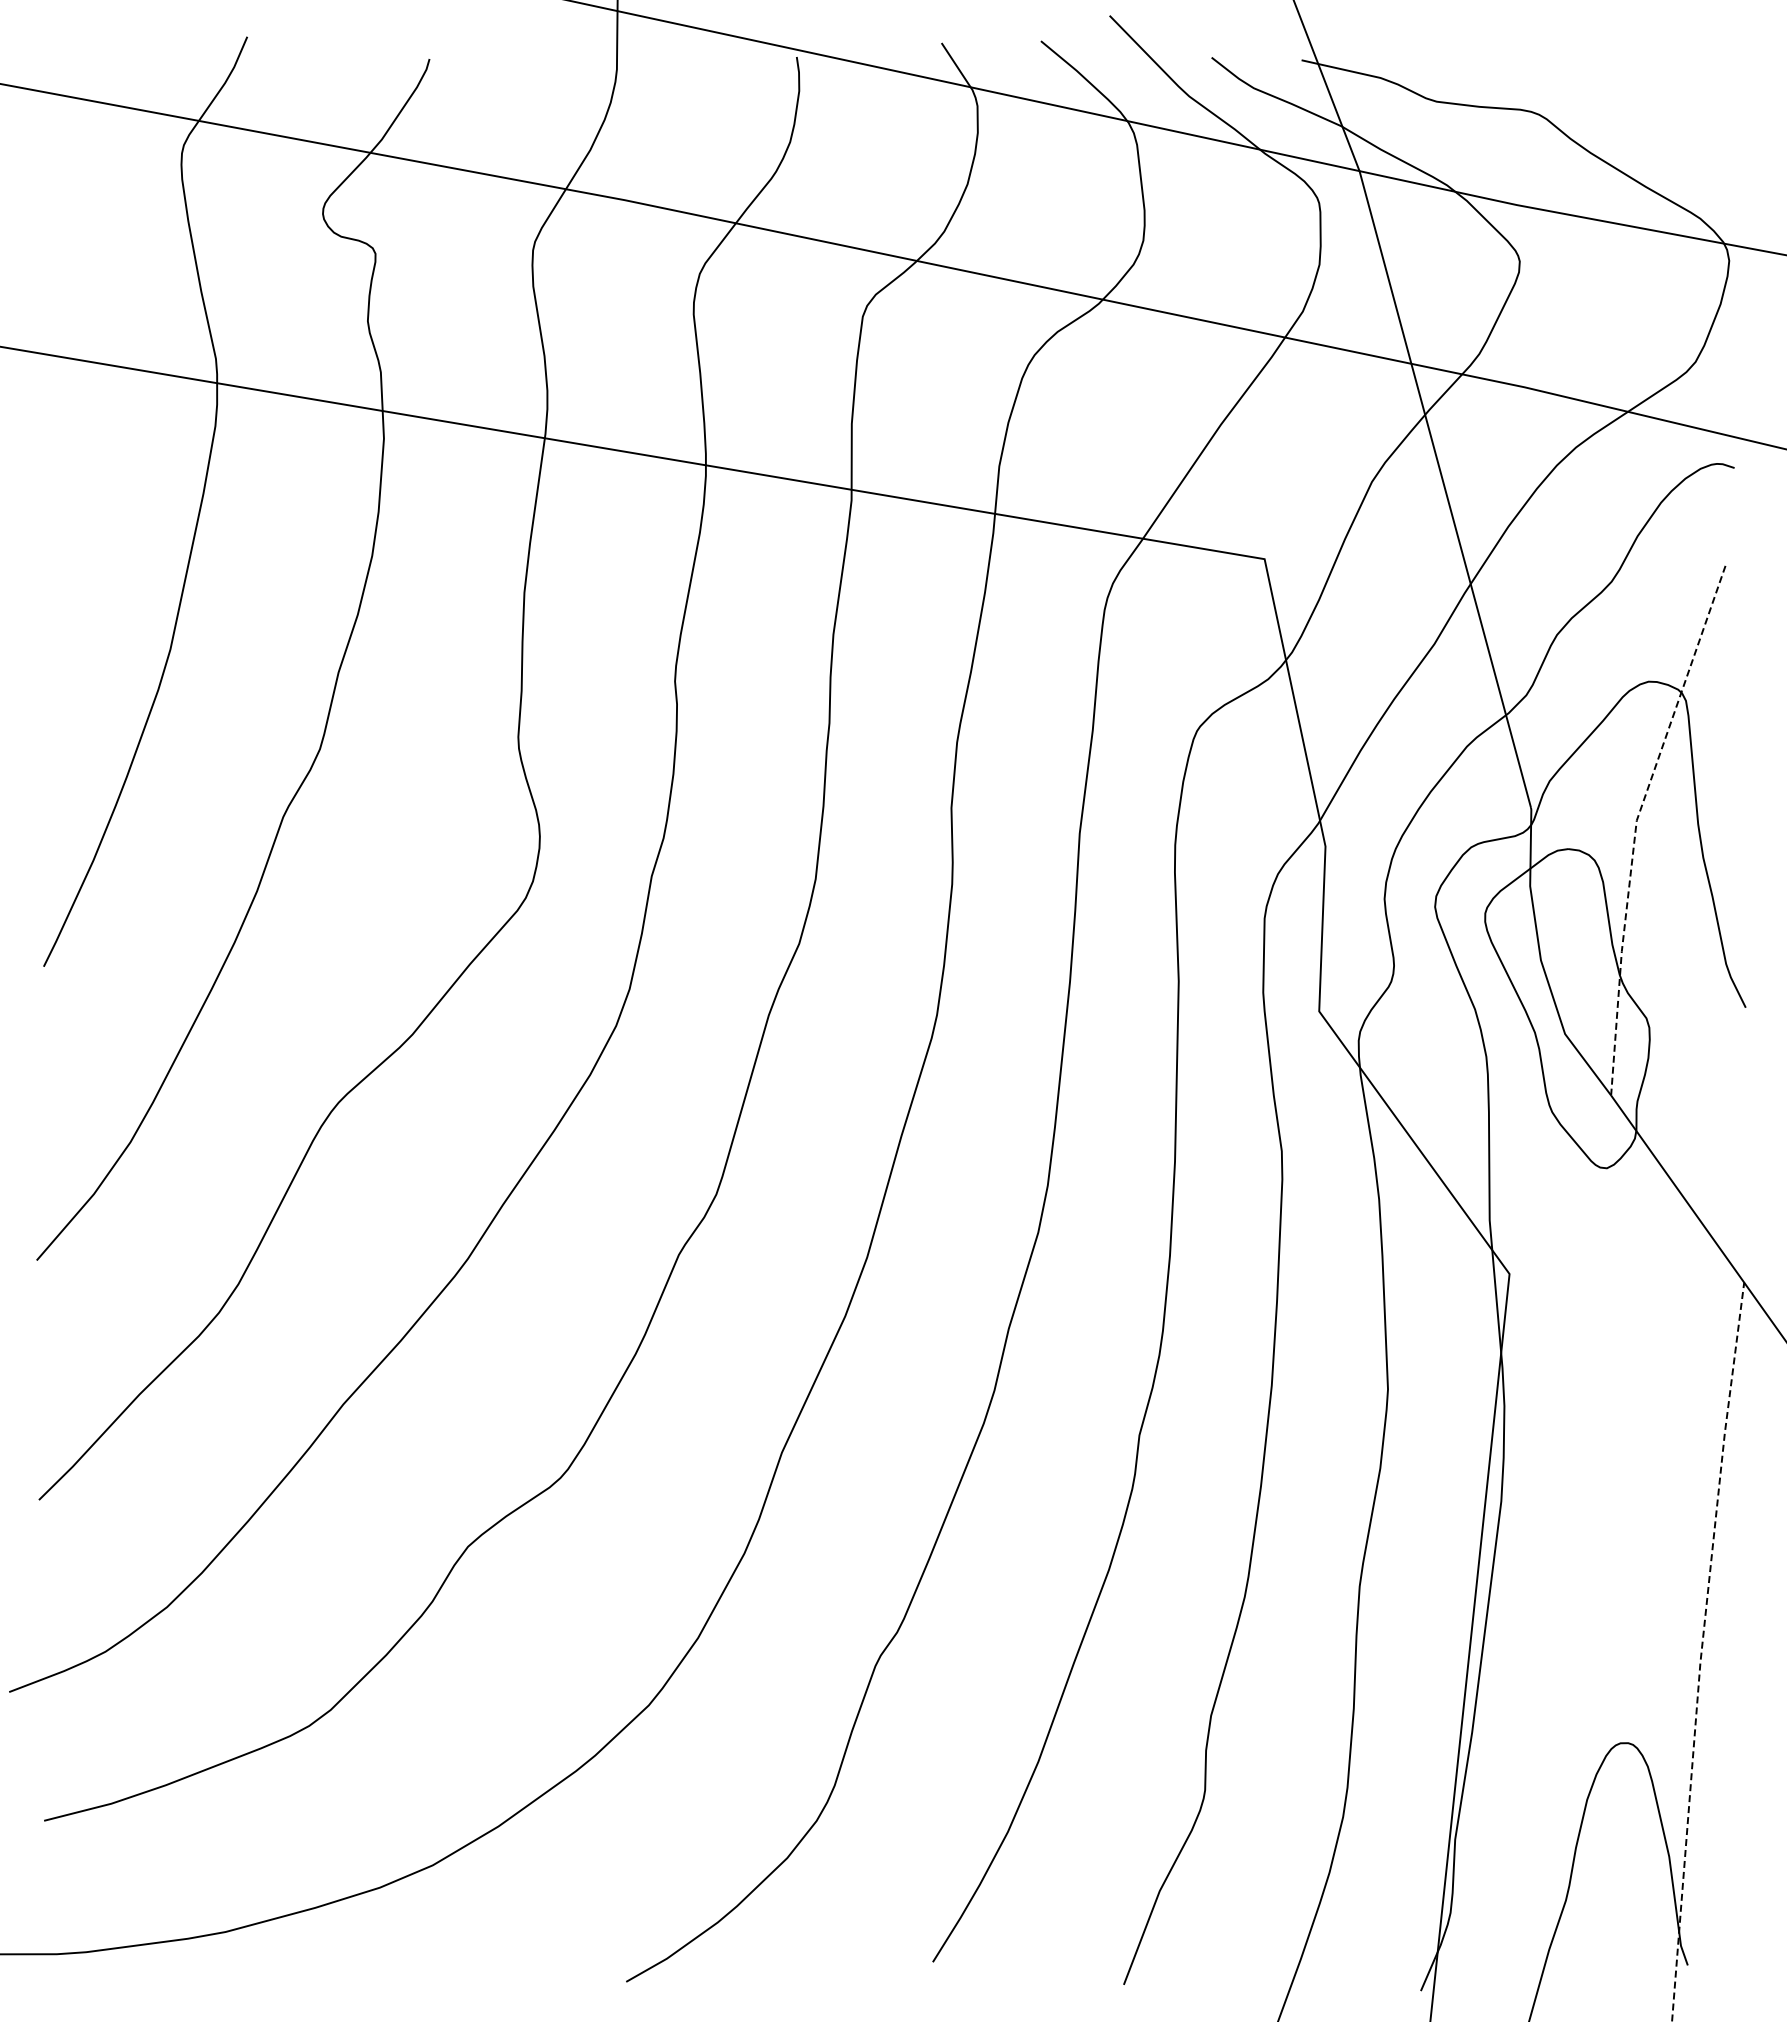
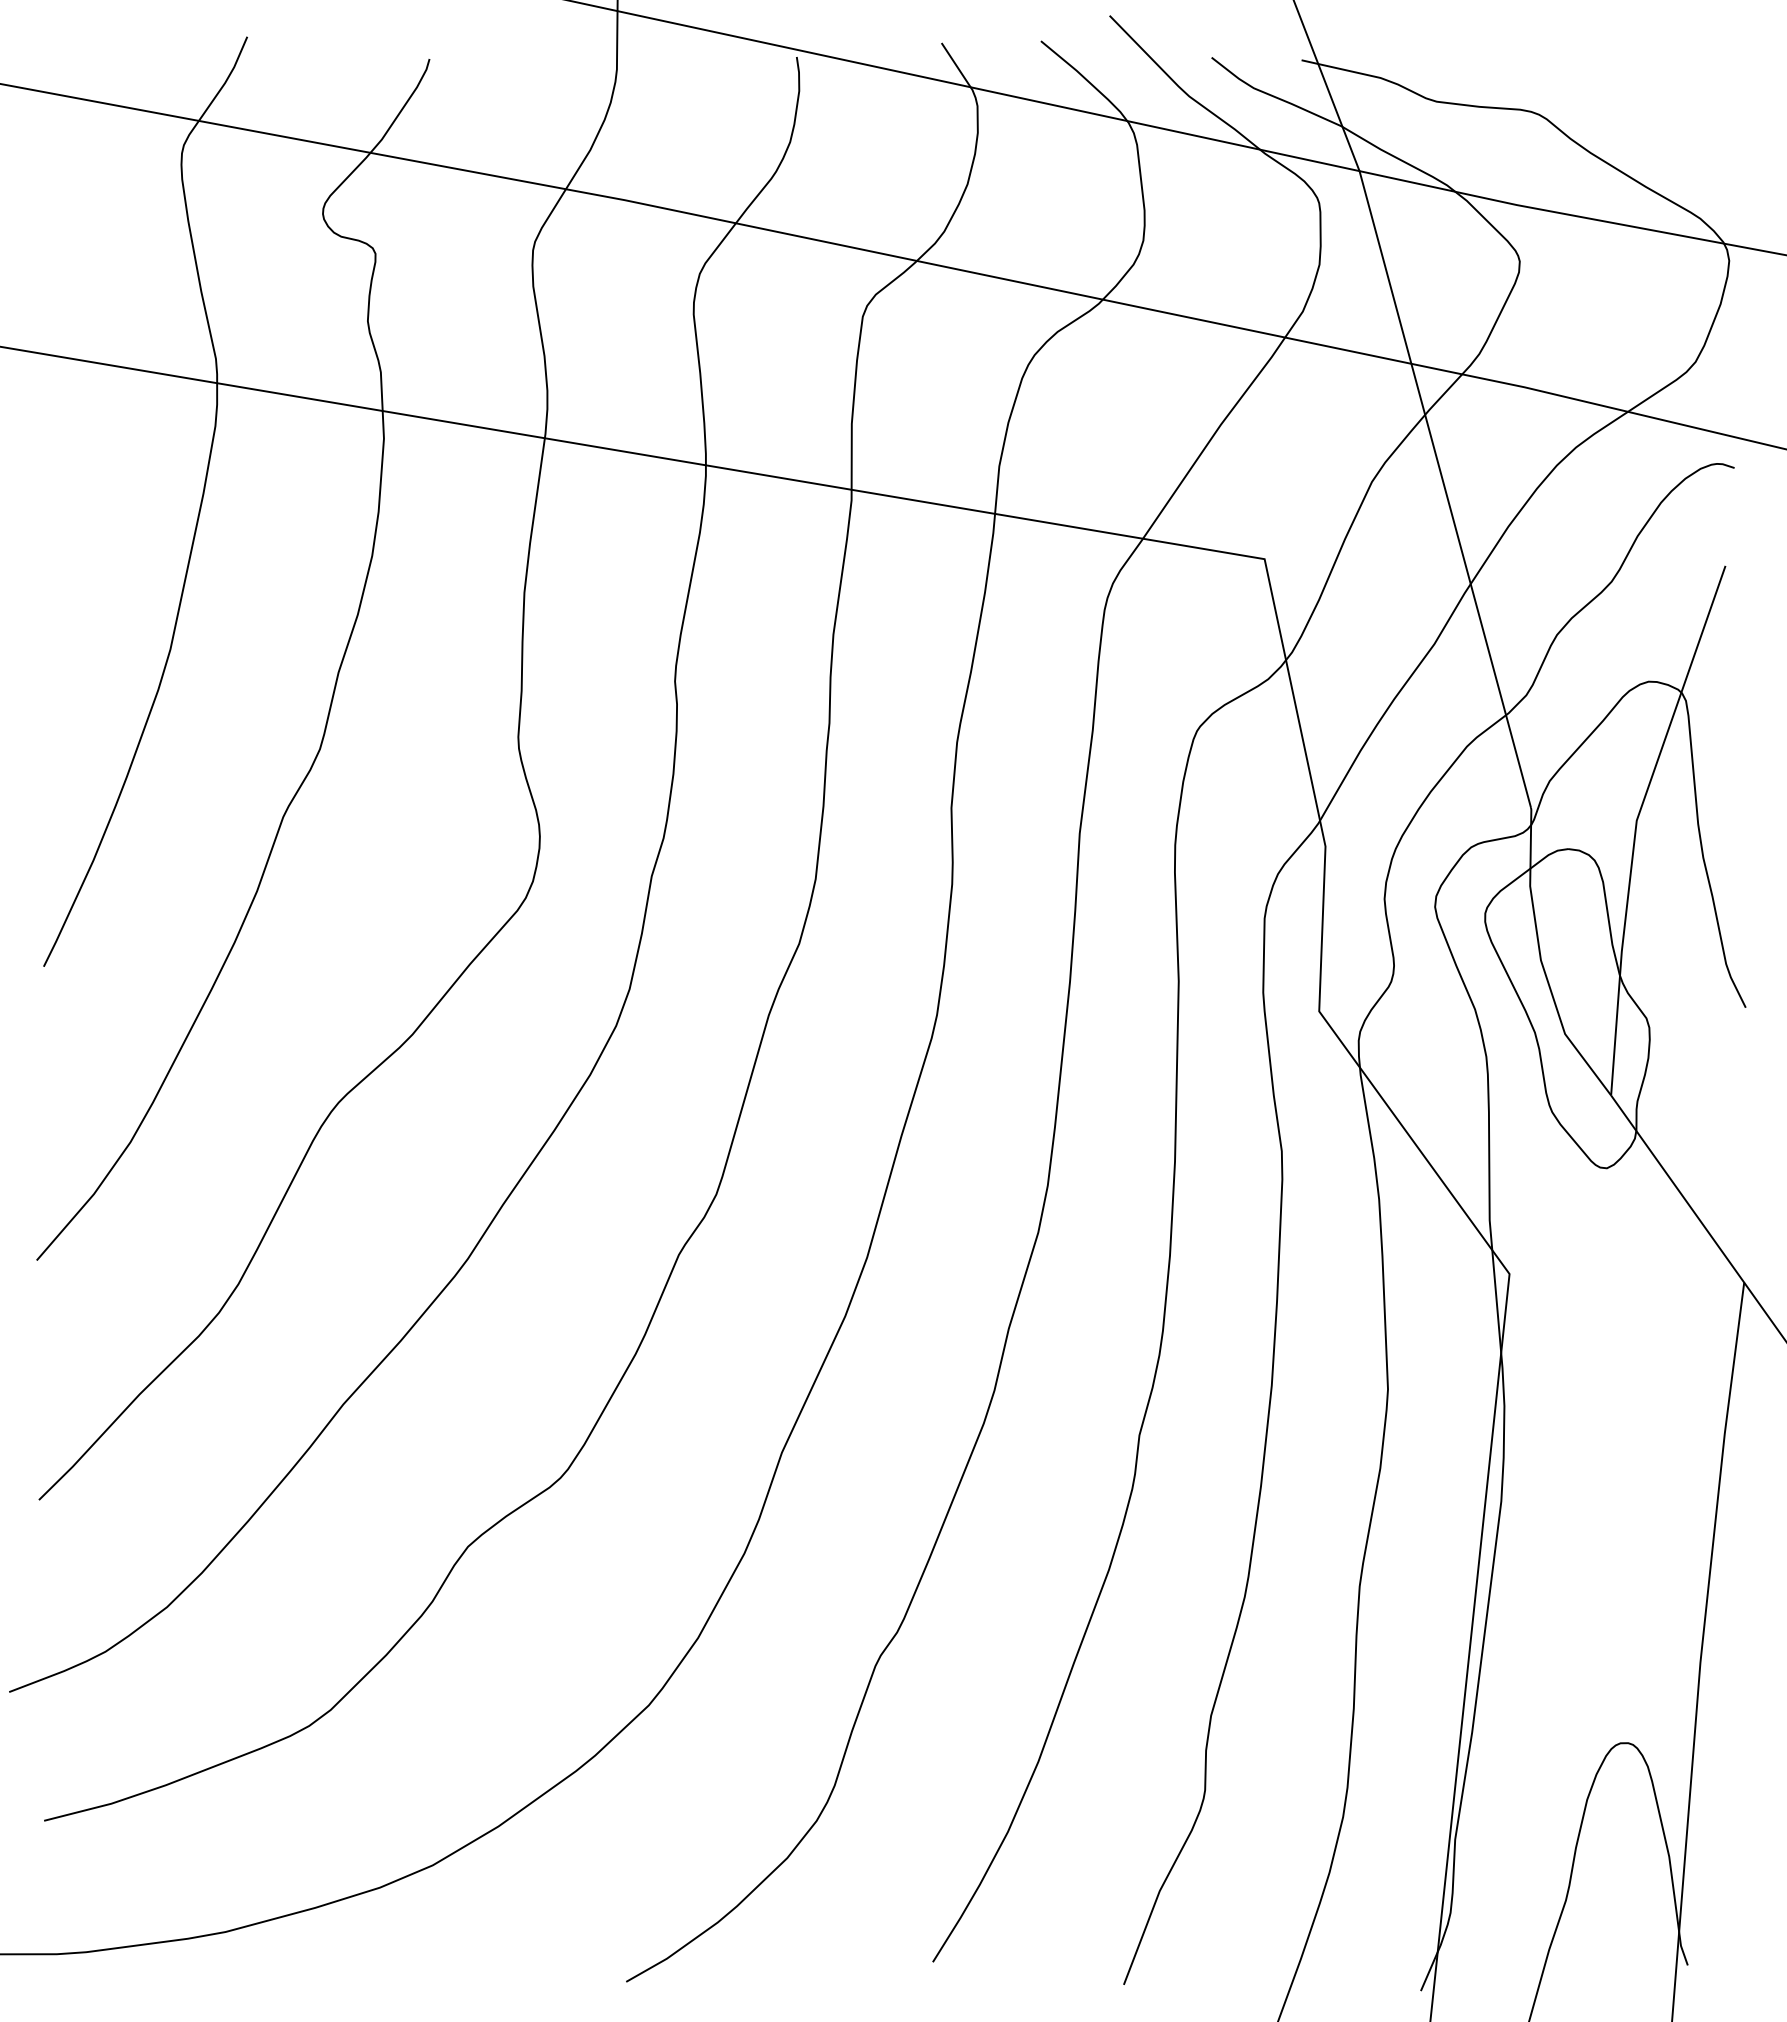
line at (1636, 824): dashed -> solid
line at (1701, 1650): dashed -> solid
